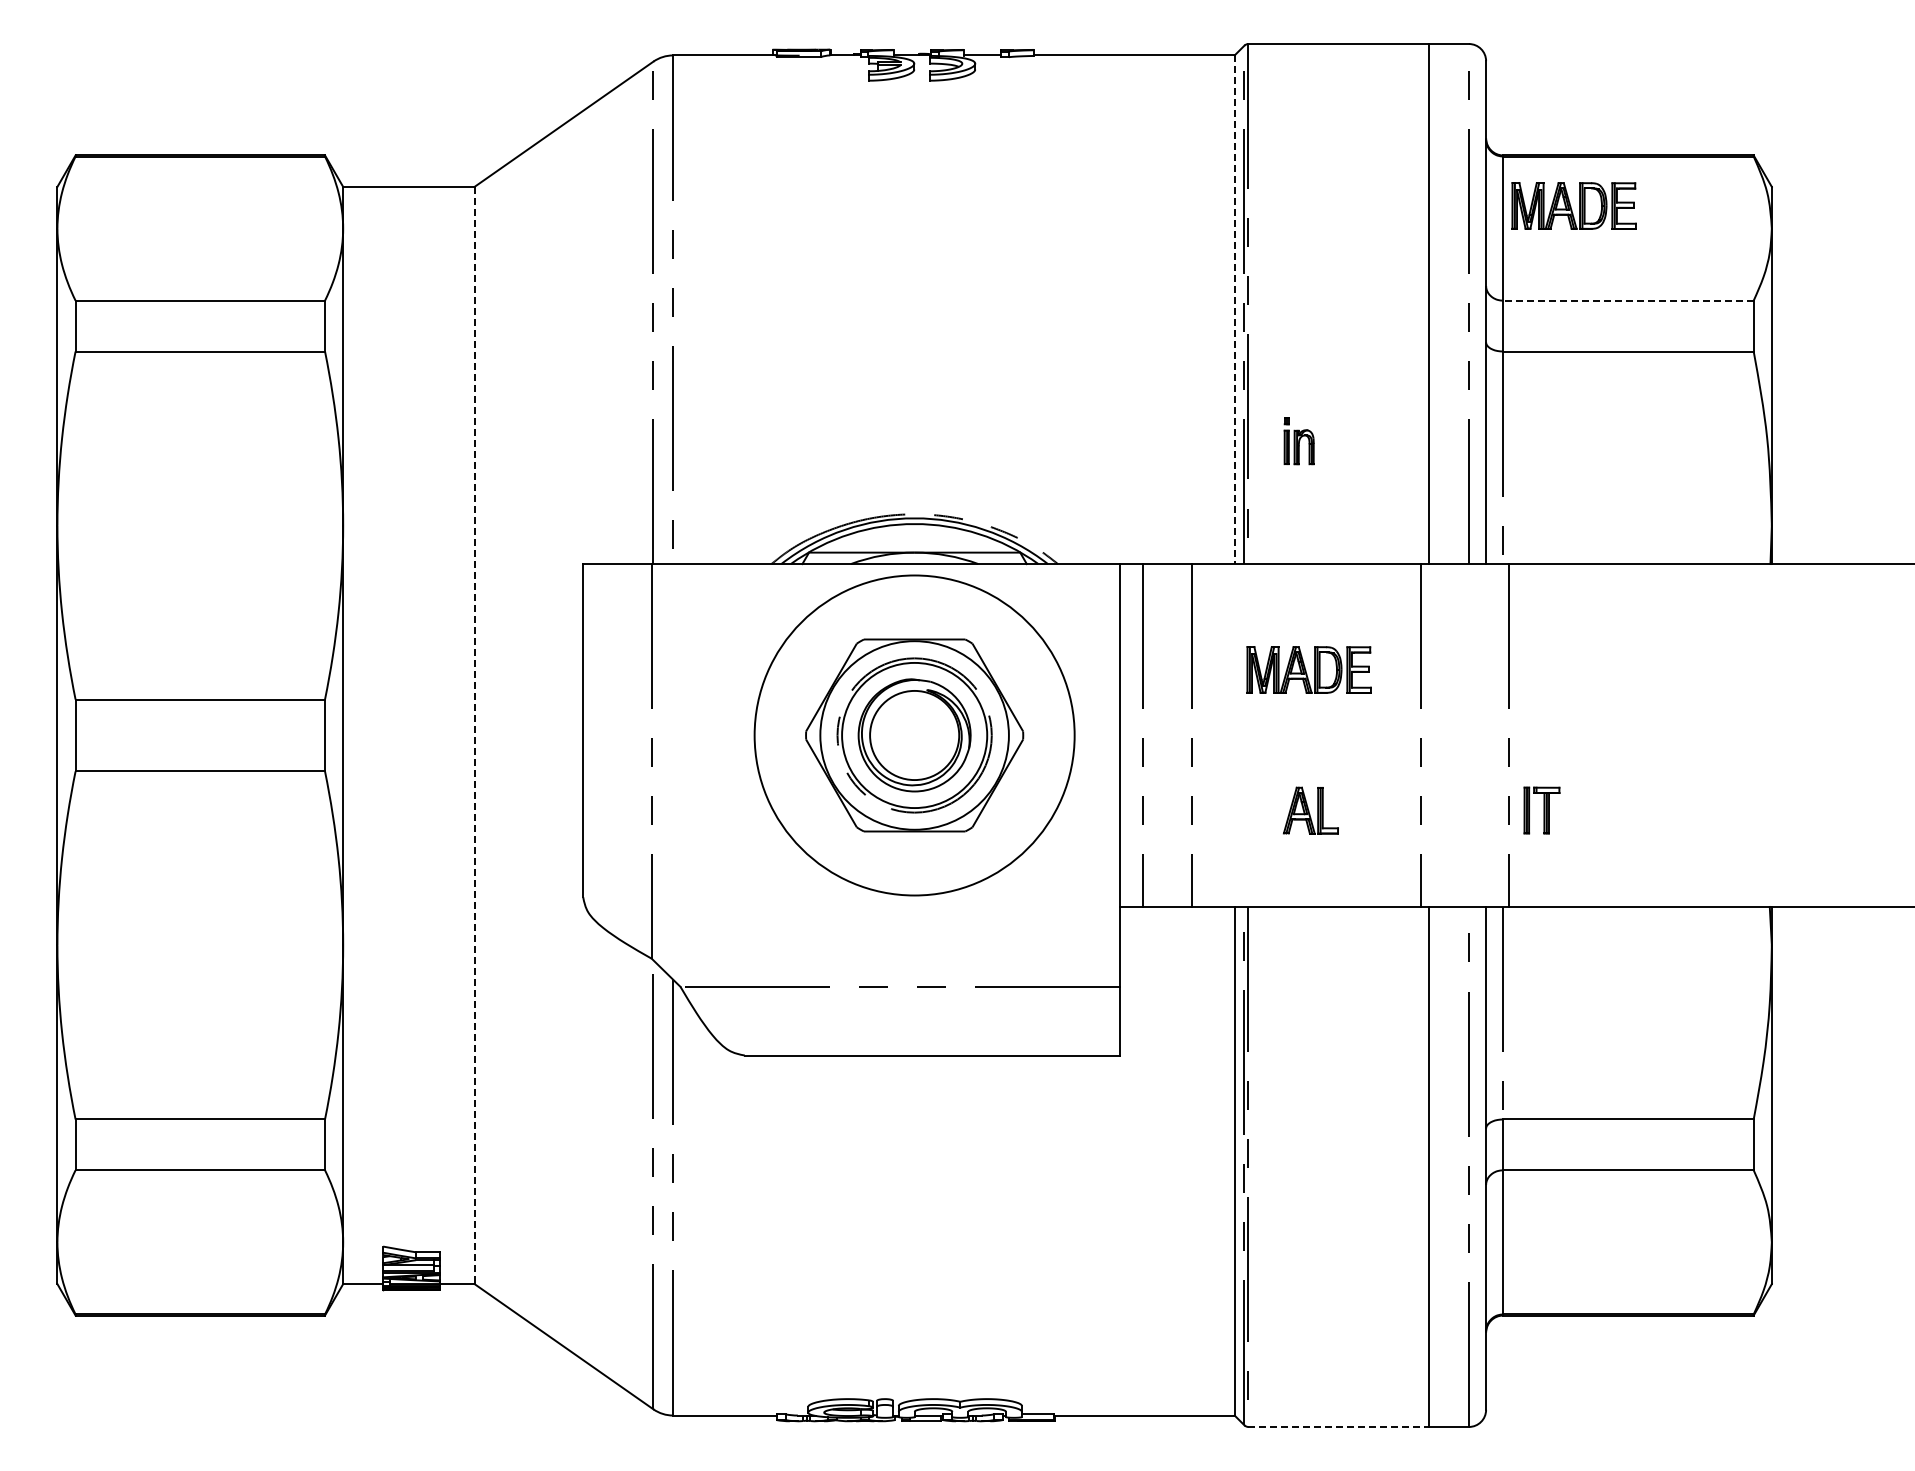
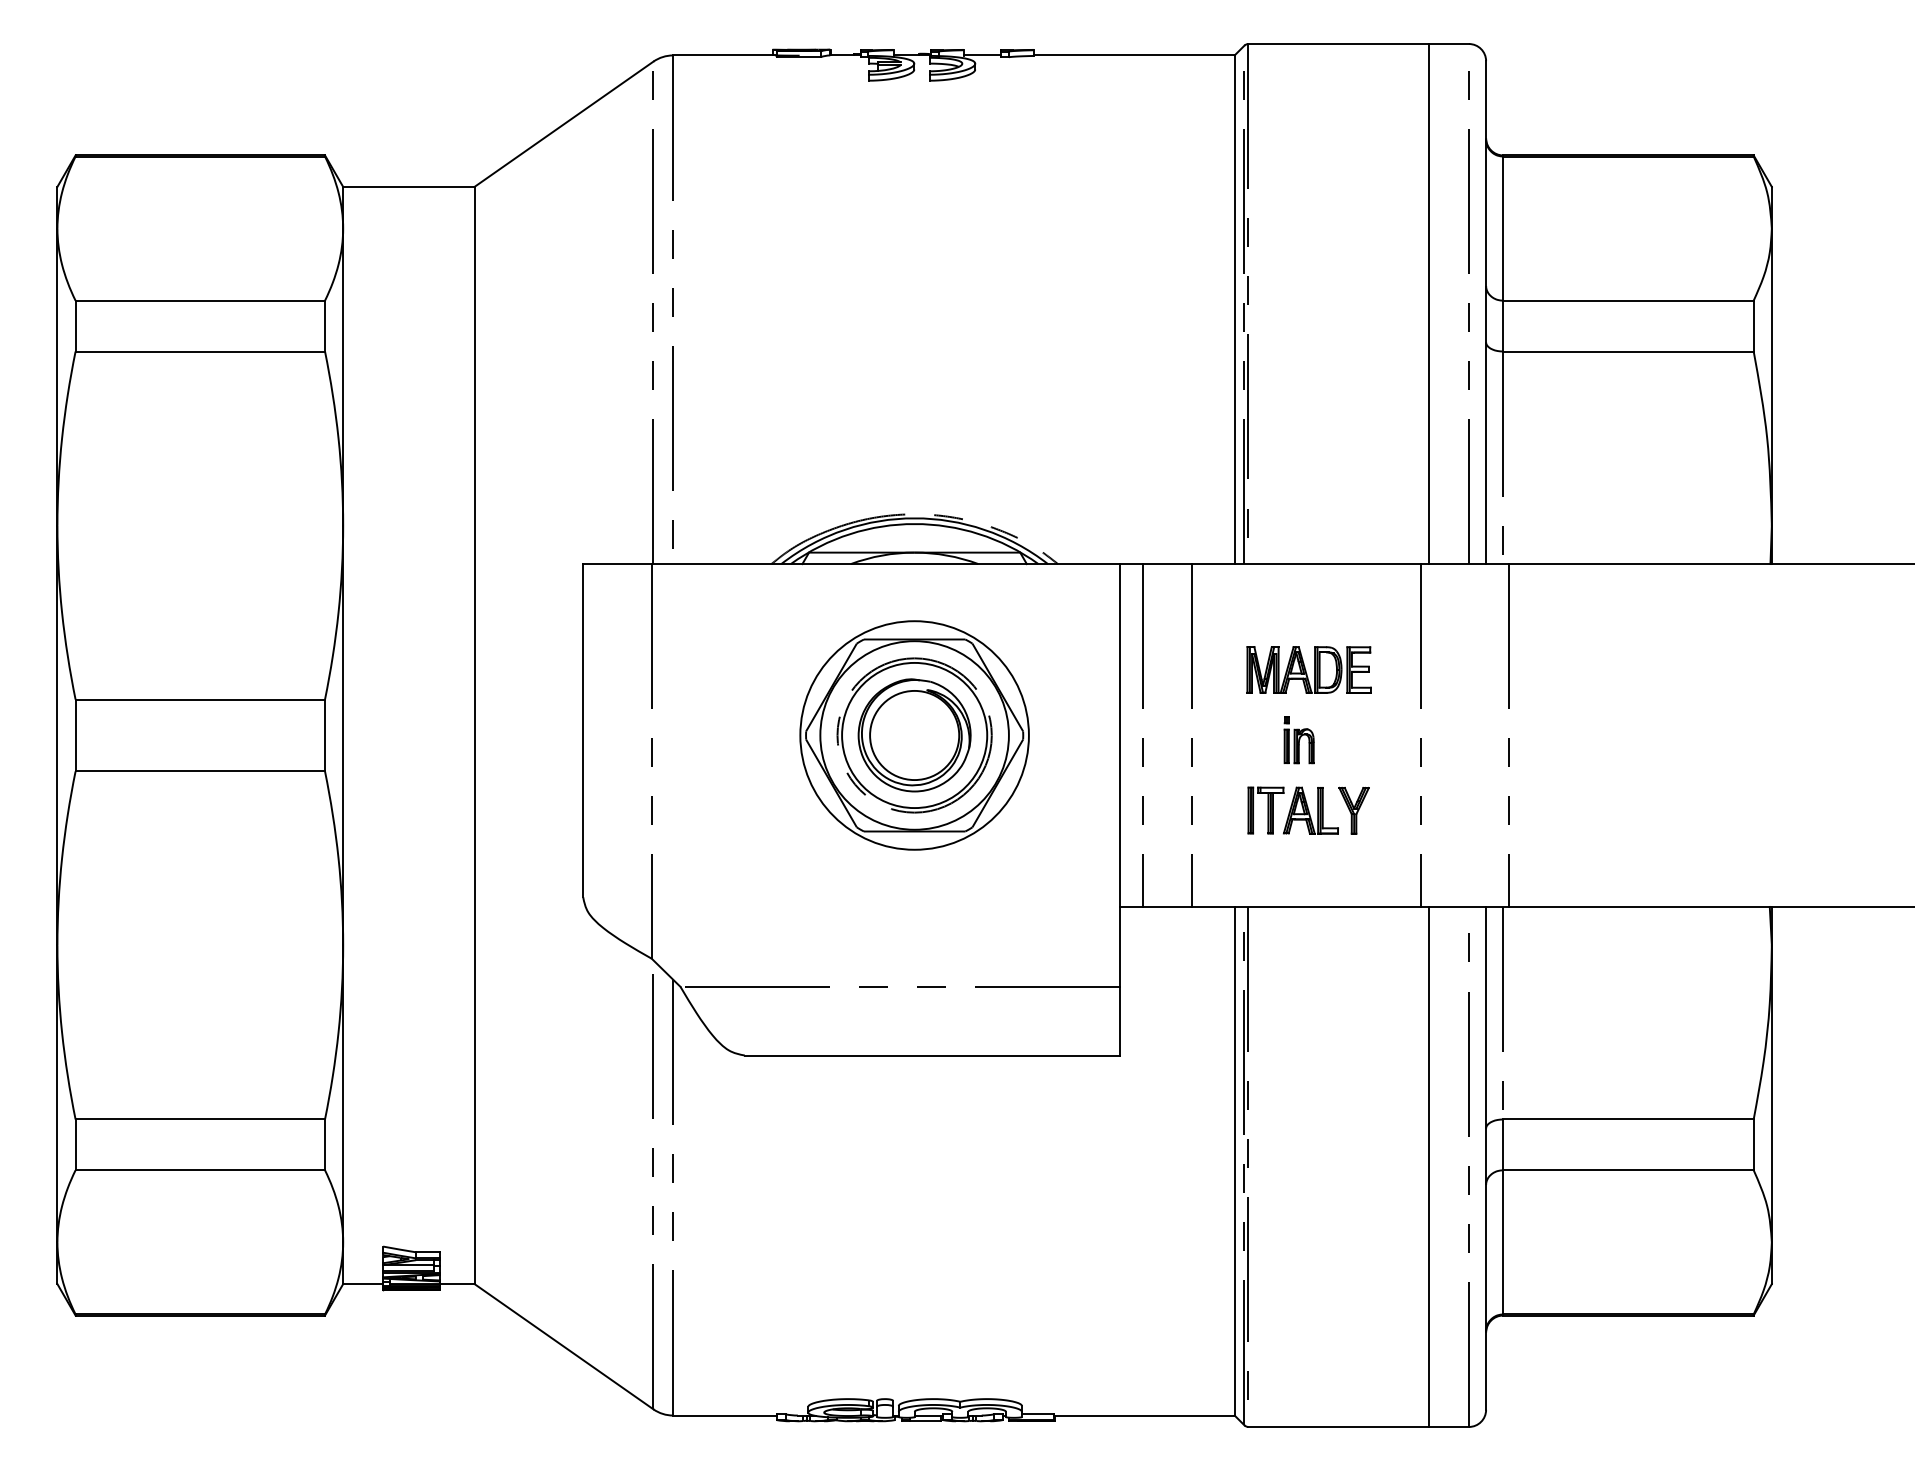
part at (1573, 205): present -> none
line at (1627, 300): dashed -> solid
line at (1234, 310): dashed -> solid
part at (1298, 441) position: (1298, 441) -> (1298, 740)
line at (474, 735): dashed -> solid
circle at (914, 735) diameter: 320 px -> 229 px
part at (1353, 810): none -> present
part at (1541, 810) position: (1541, 810) -> (1265, 810)
line at (1339, 1426): dashed -> solid
